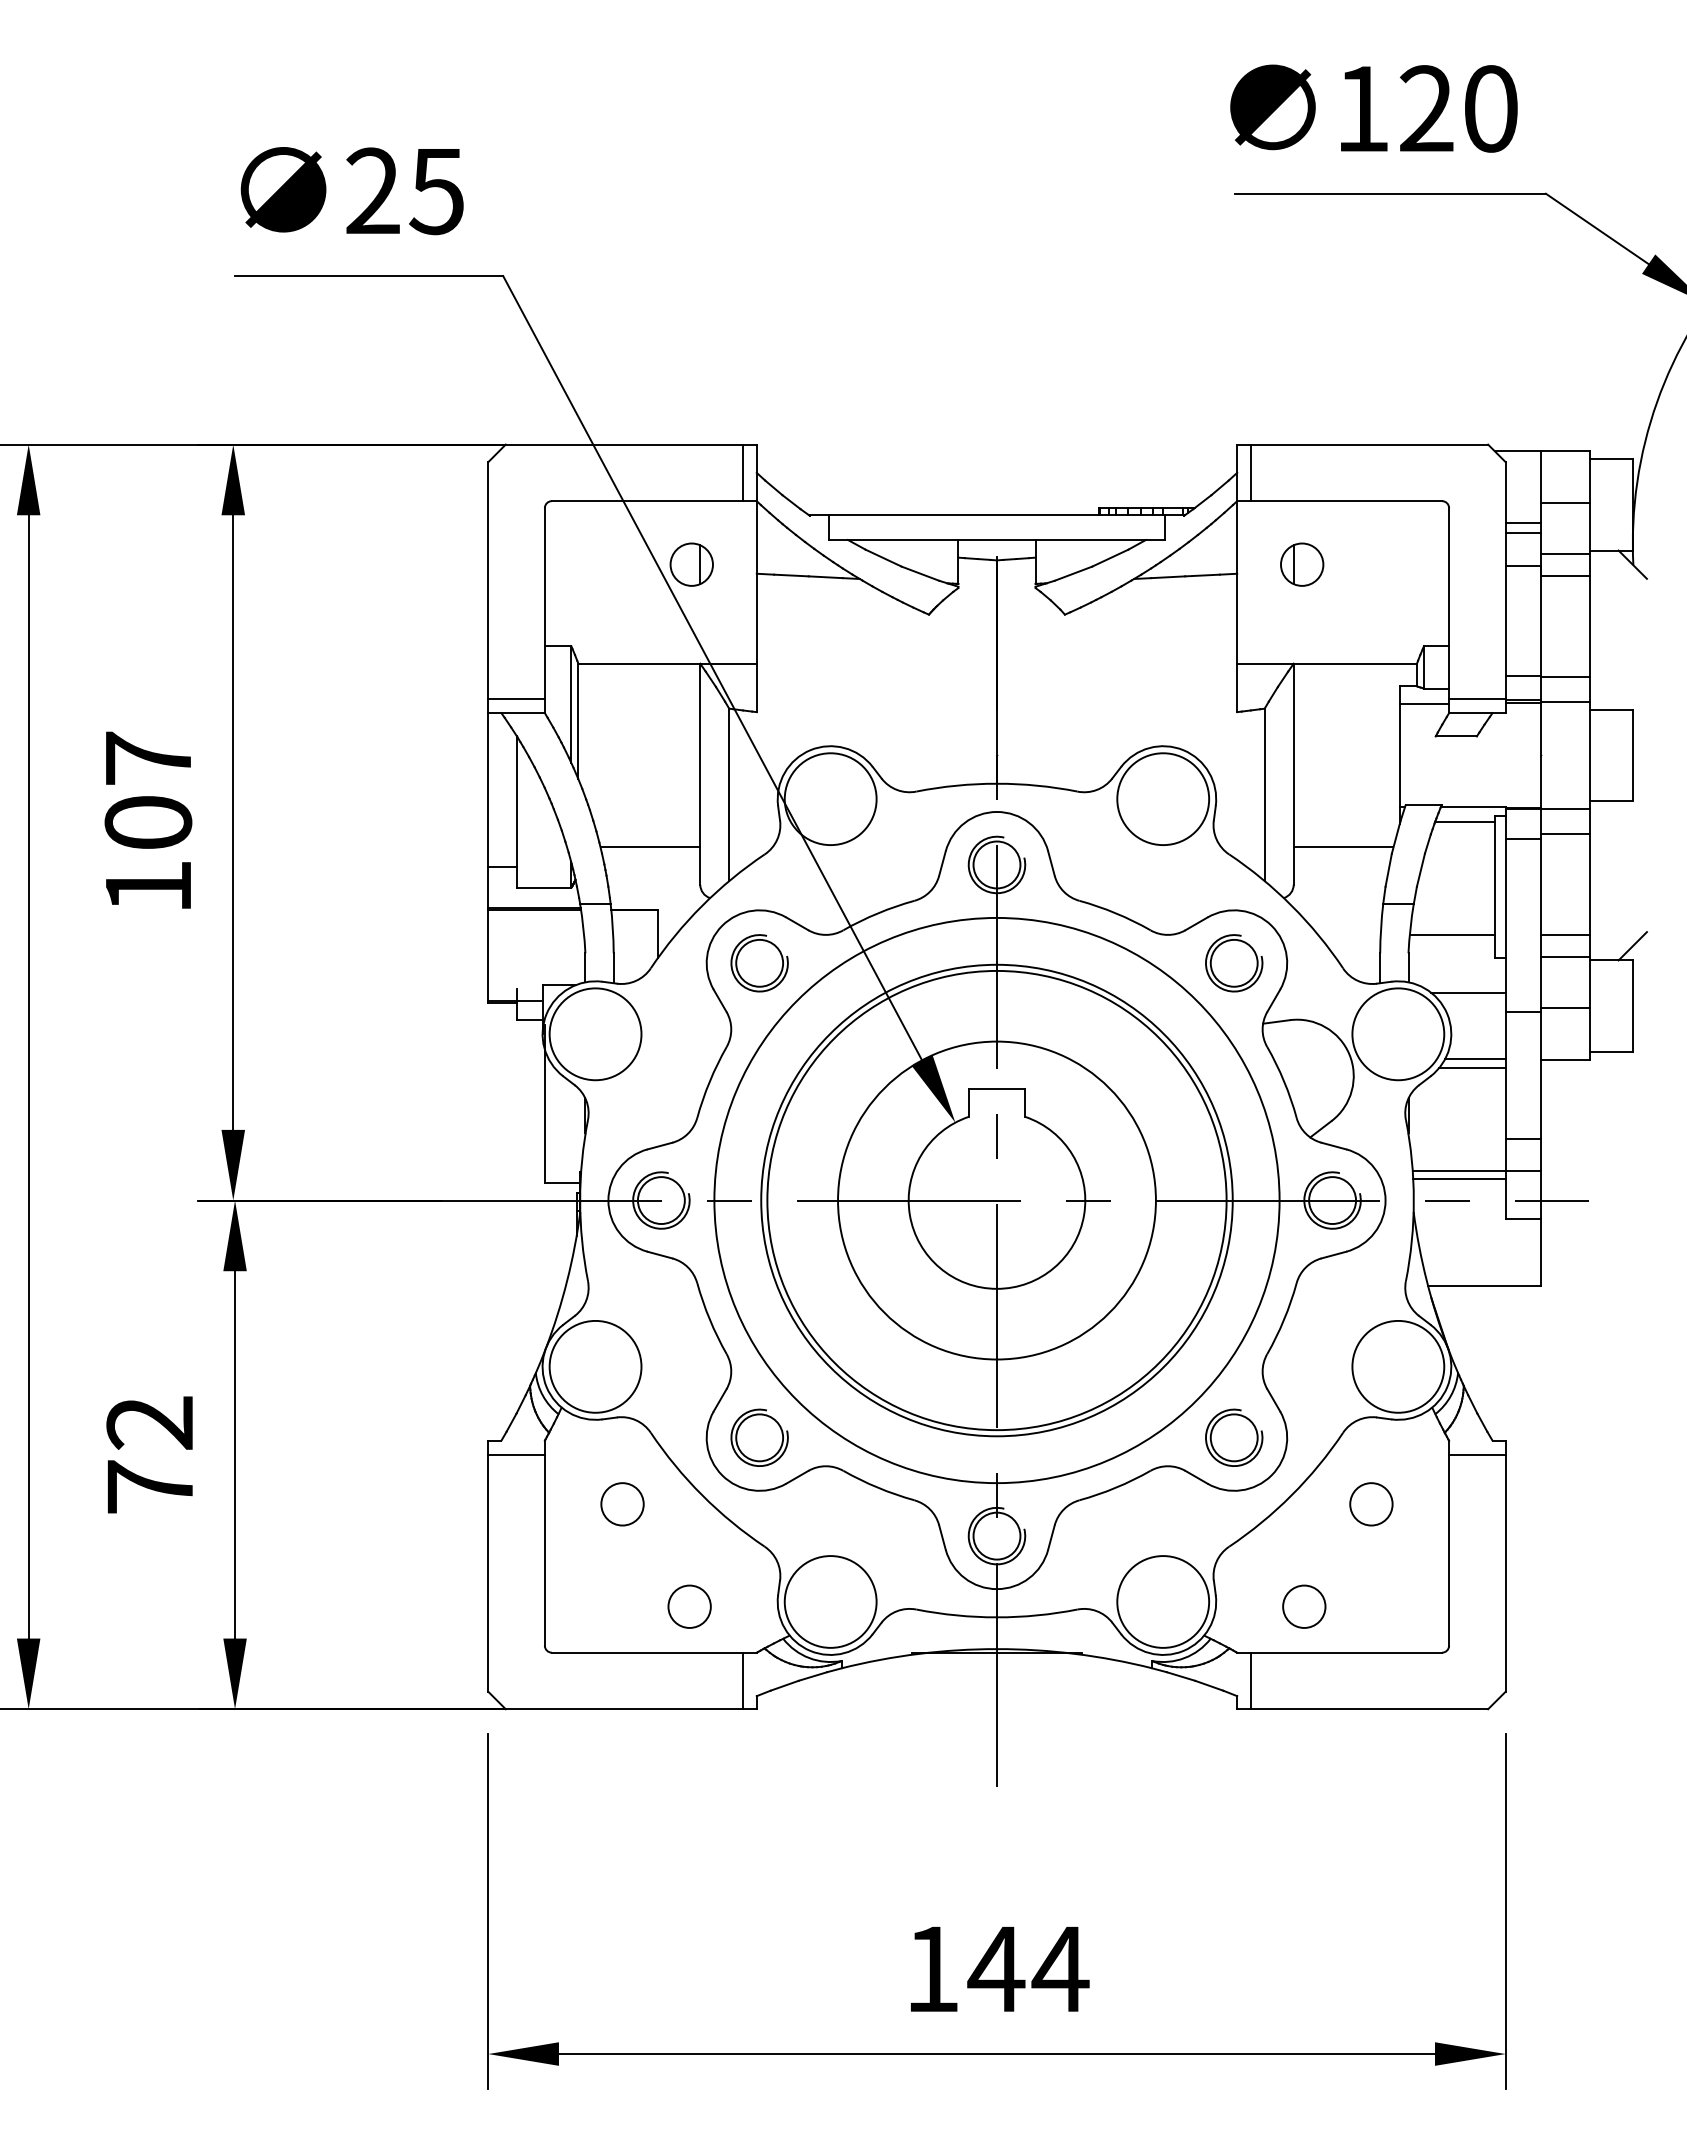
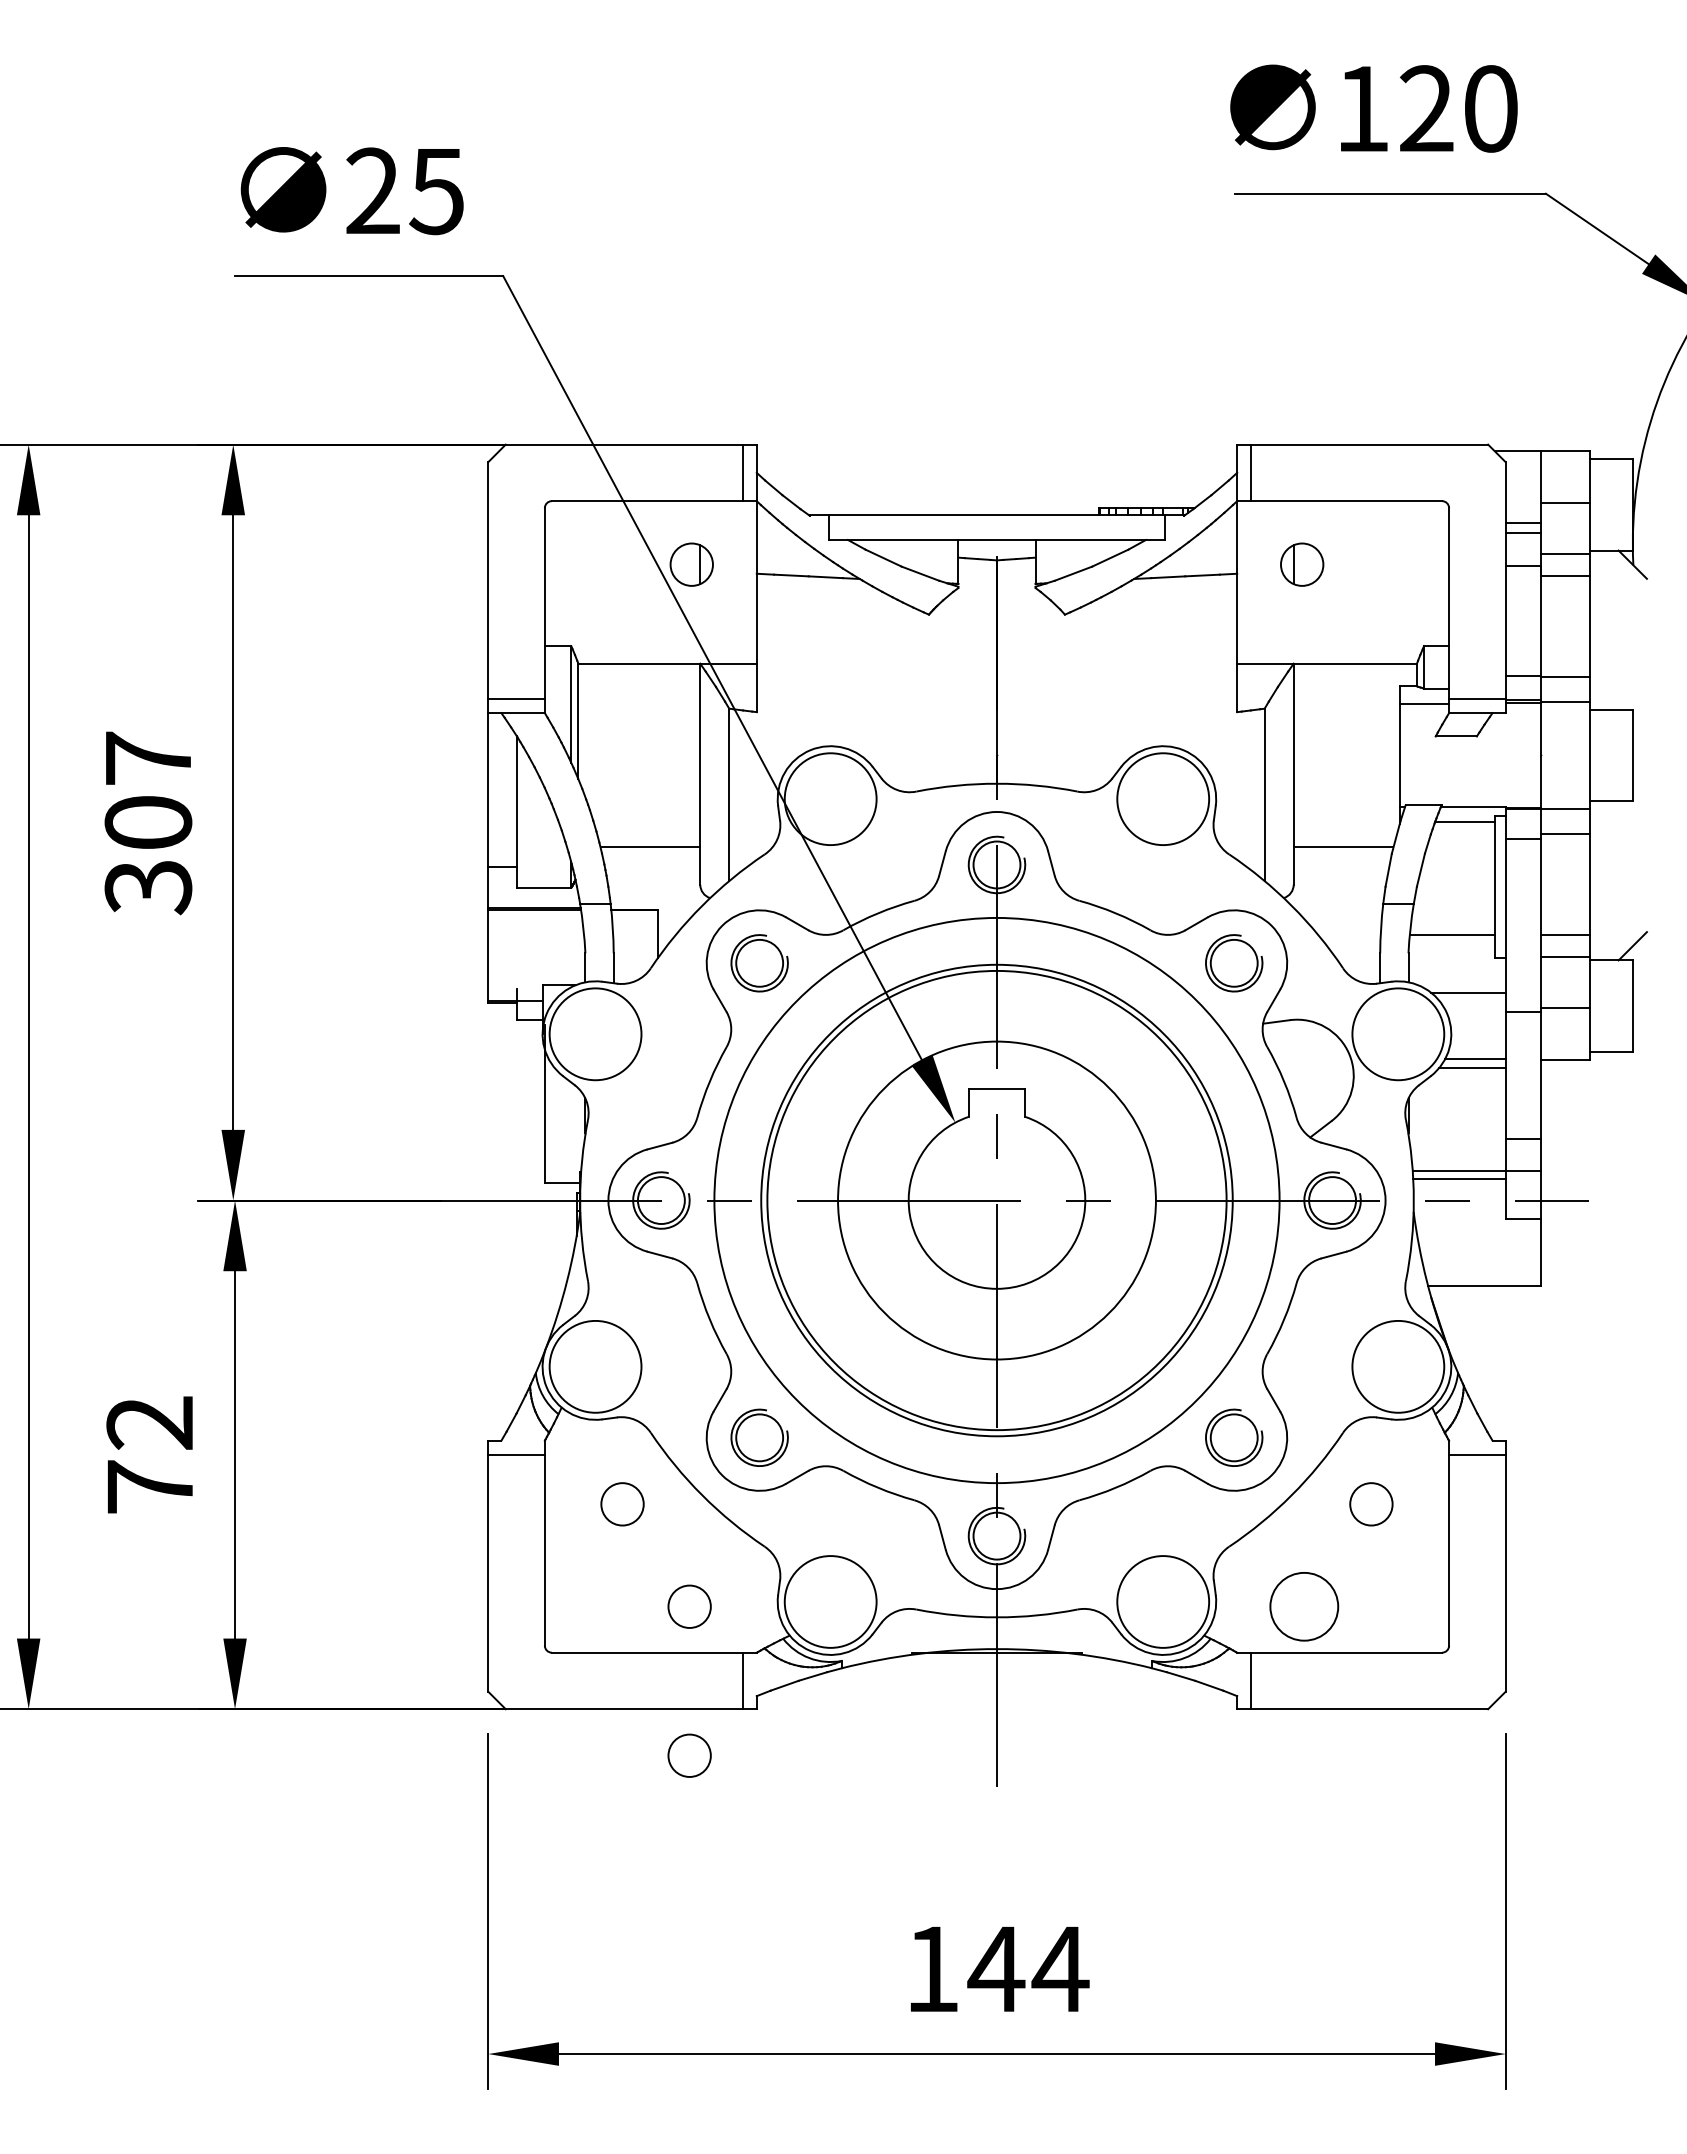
text at (148, 888): 107 -> 307
circle at (1304, 1606) diameter: 42 px -> 68 px
circle at (689, 1755): none -> present
